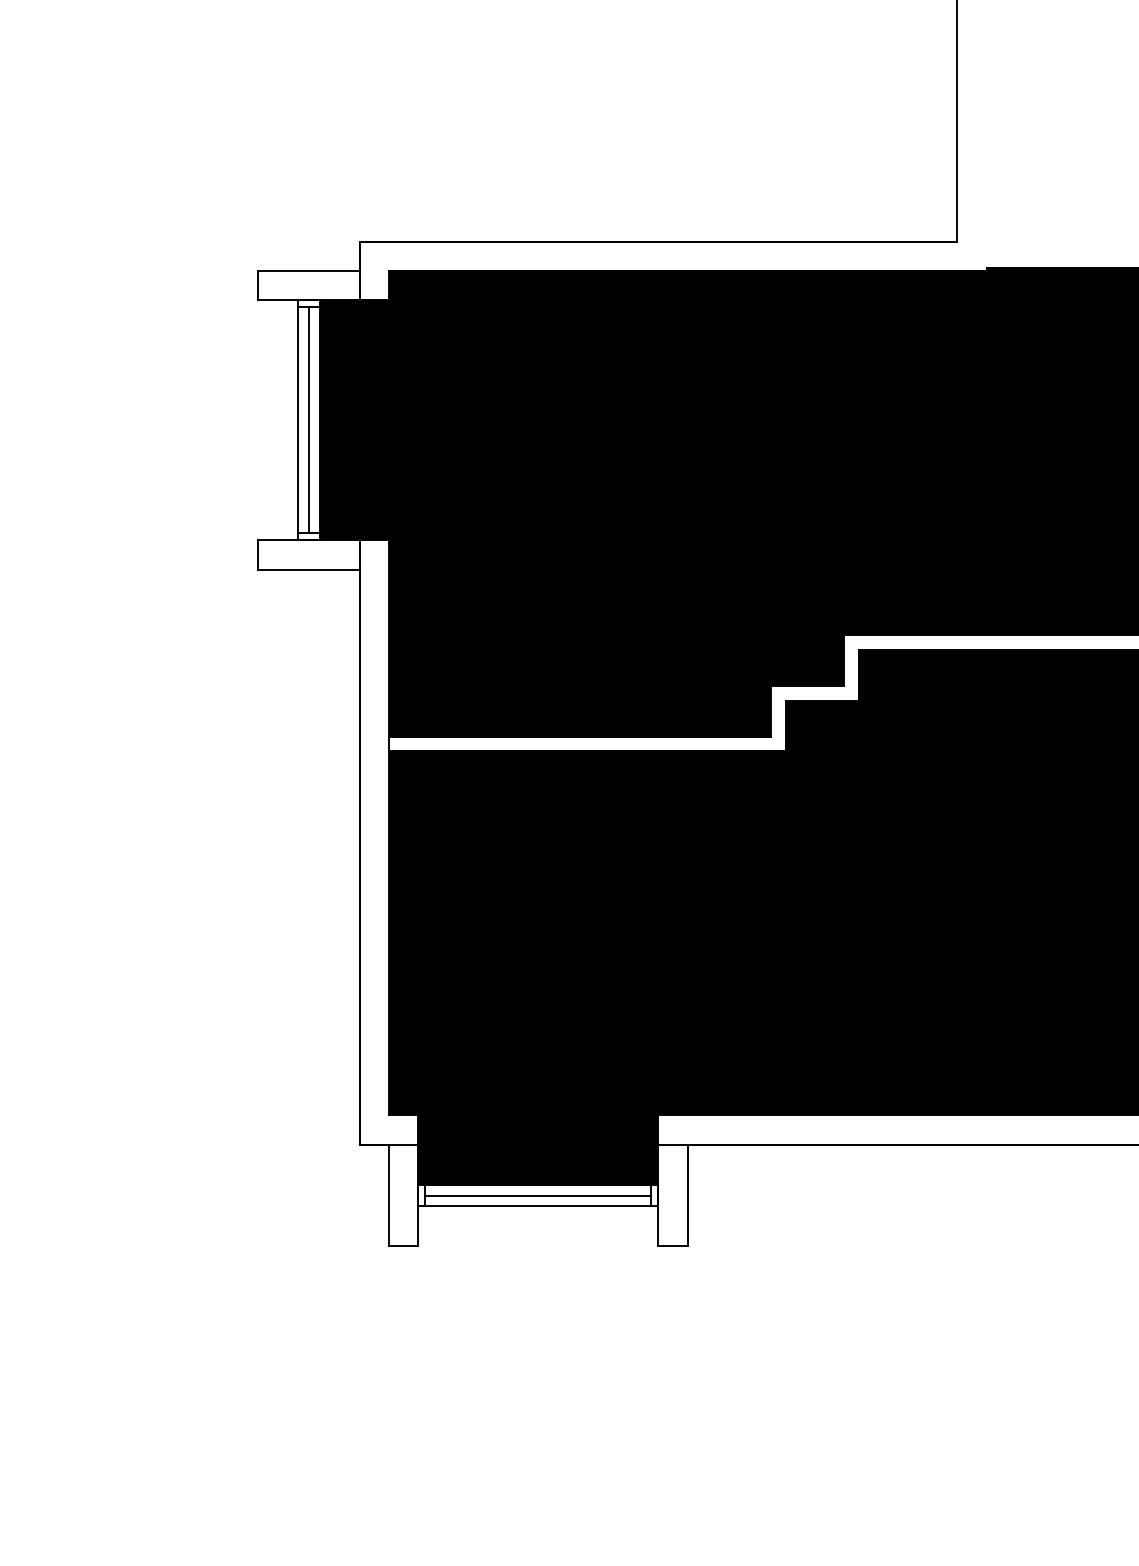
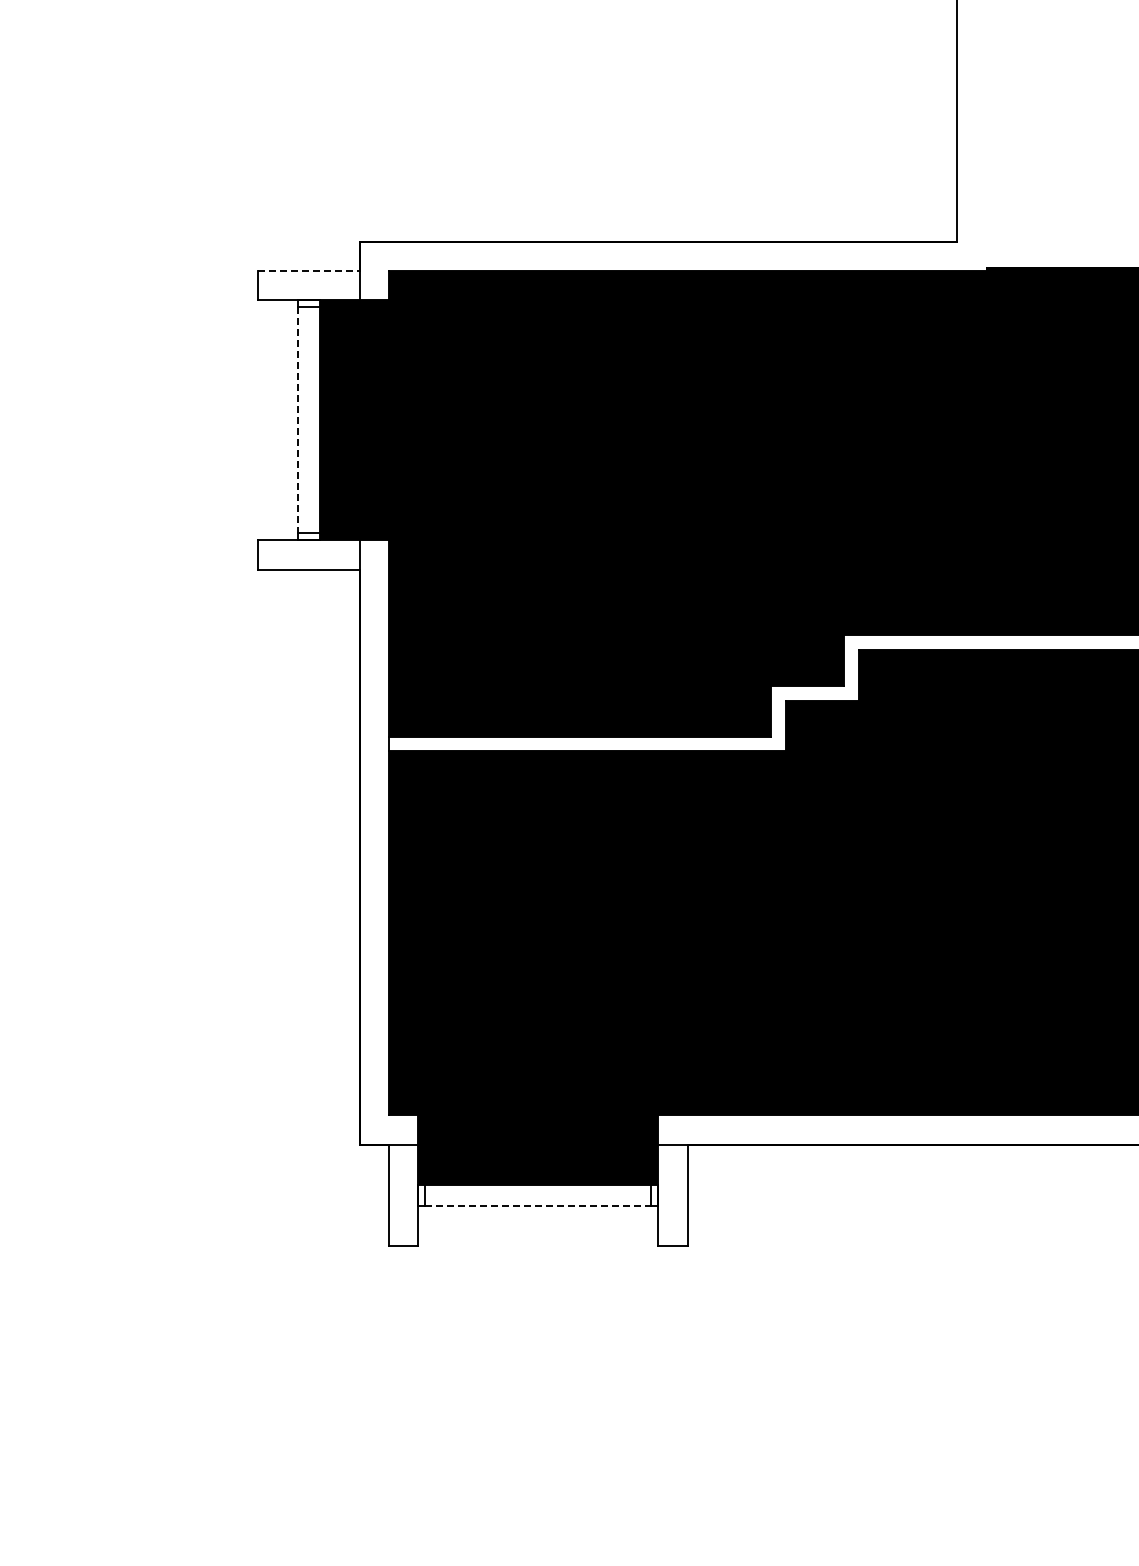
line at (308, 271): solid -> dashed
line at (298, 420): solid -> dashed
line at (308, 420): present -> none
line at (538, 1195): present -> none
line at (538, 1206): solid -> dashed
